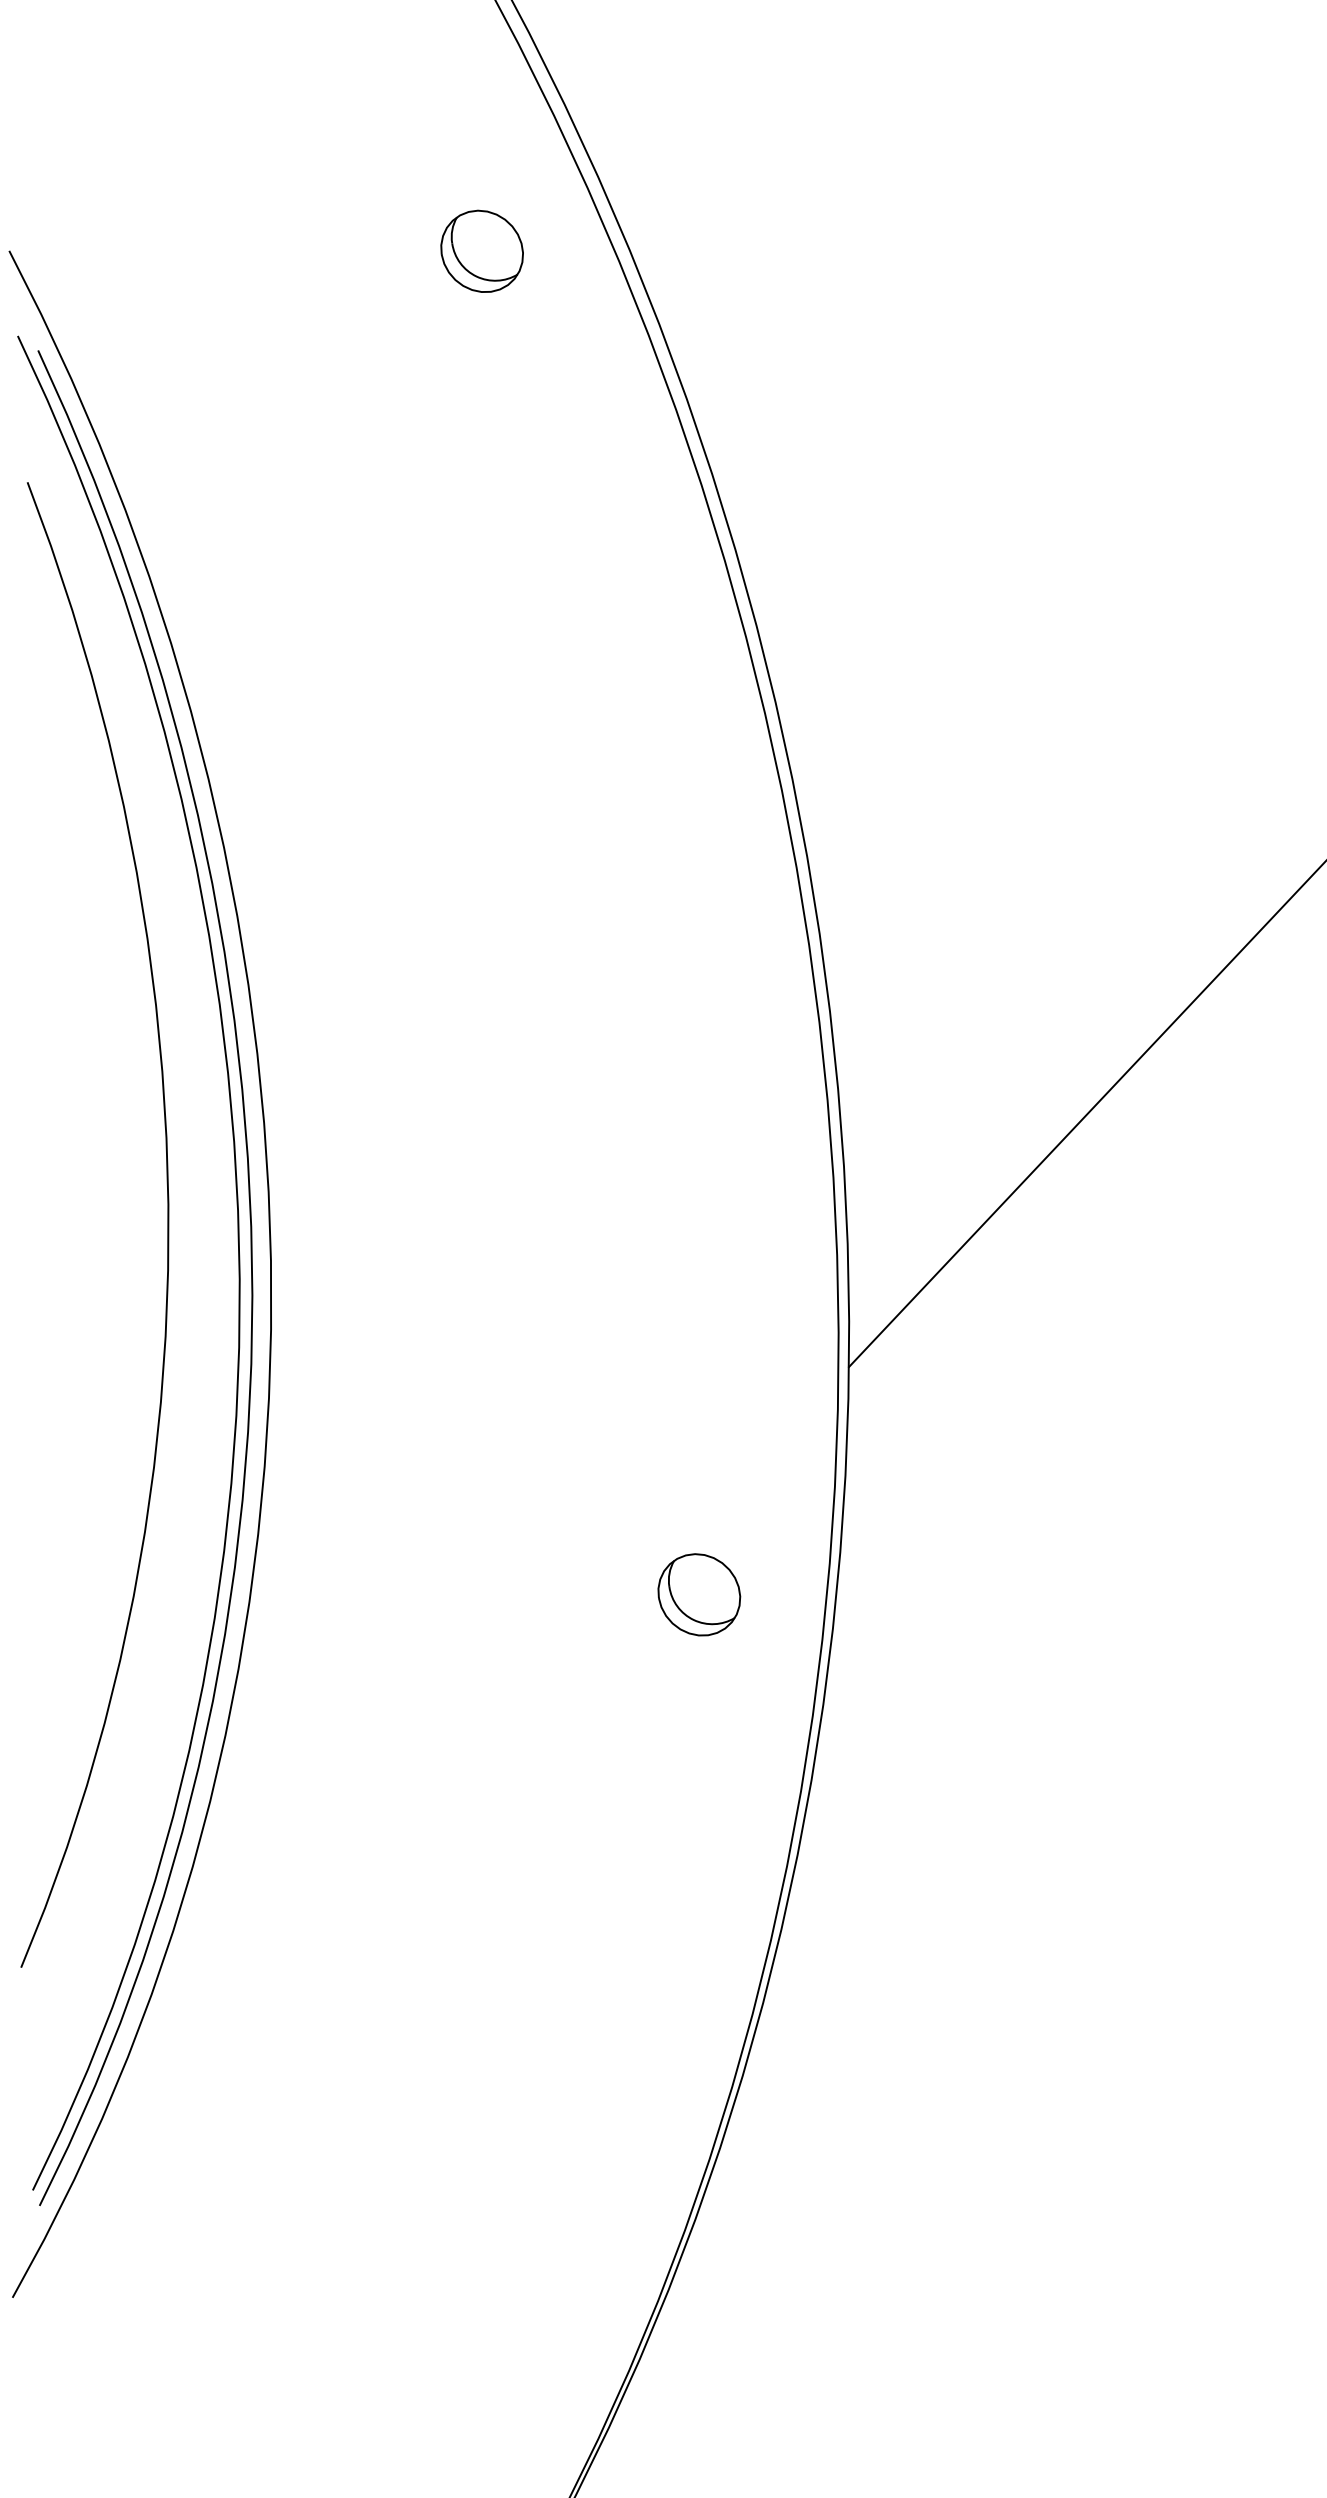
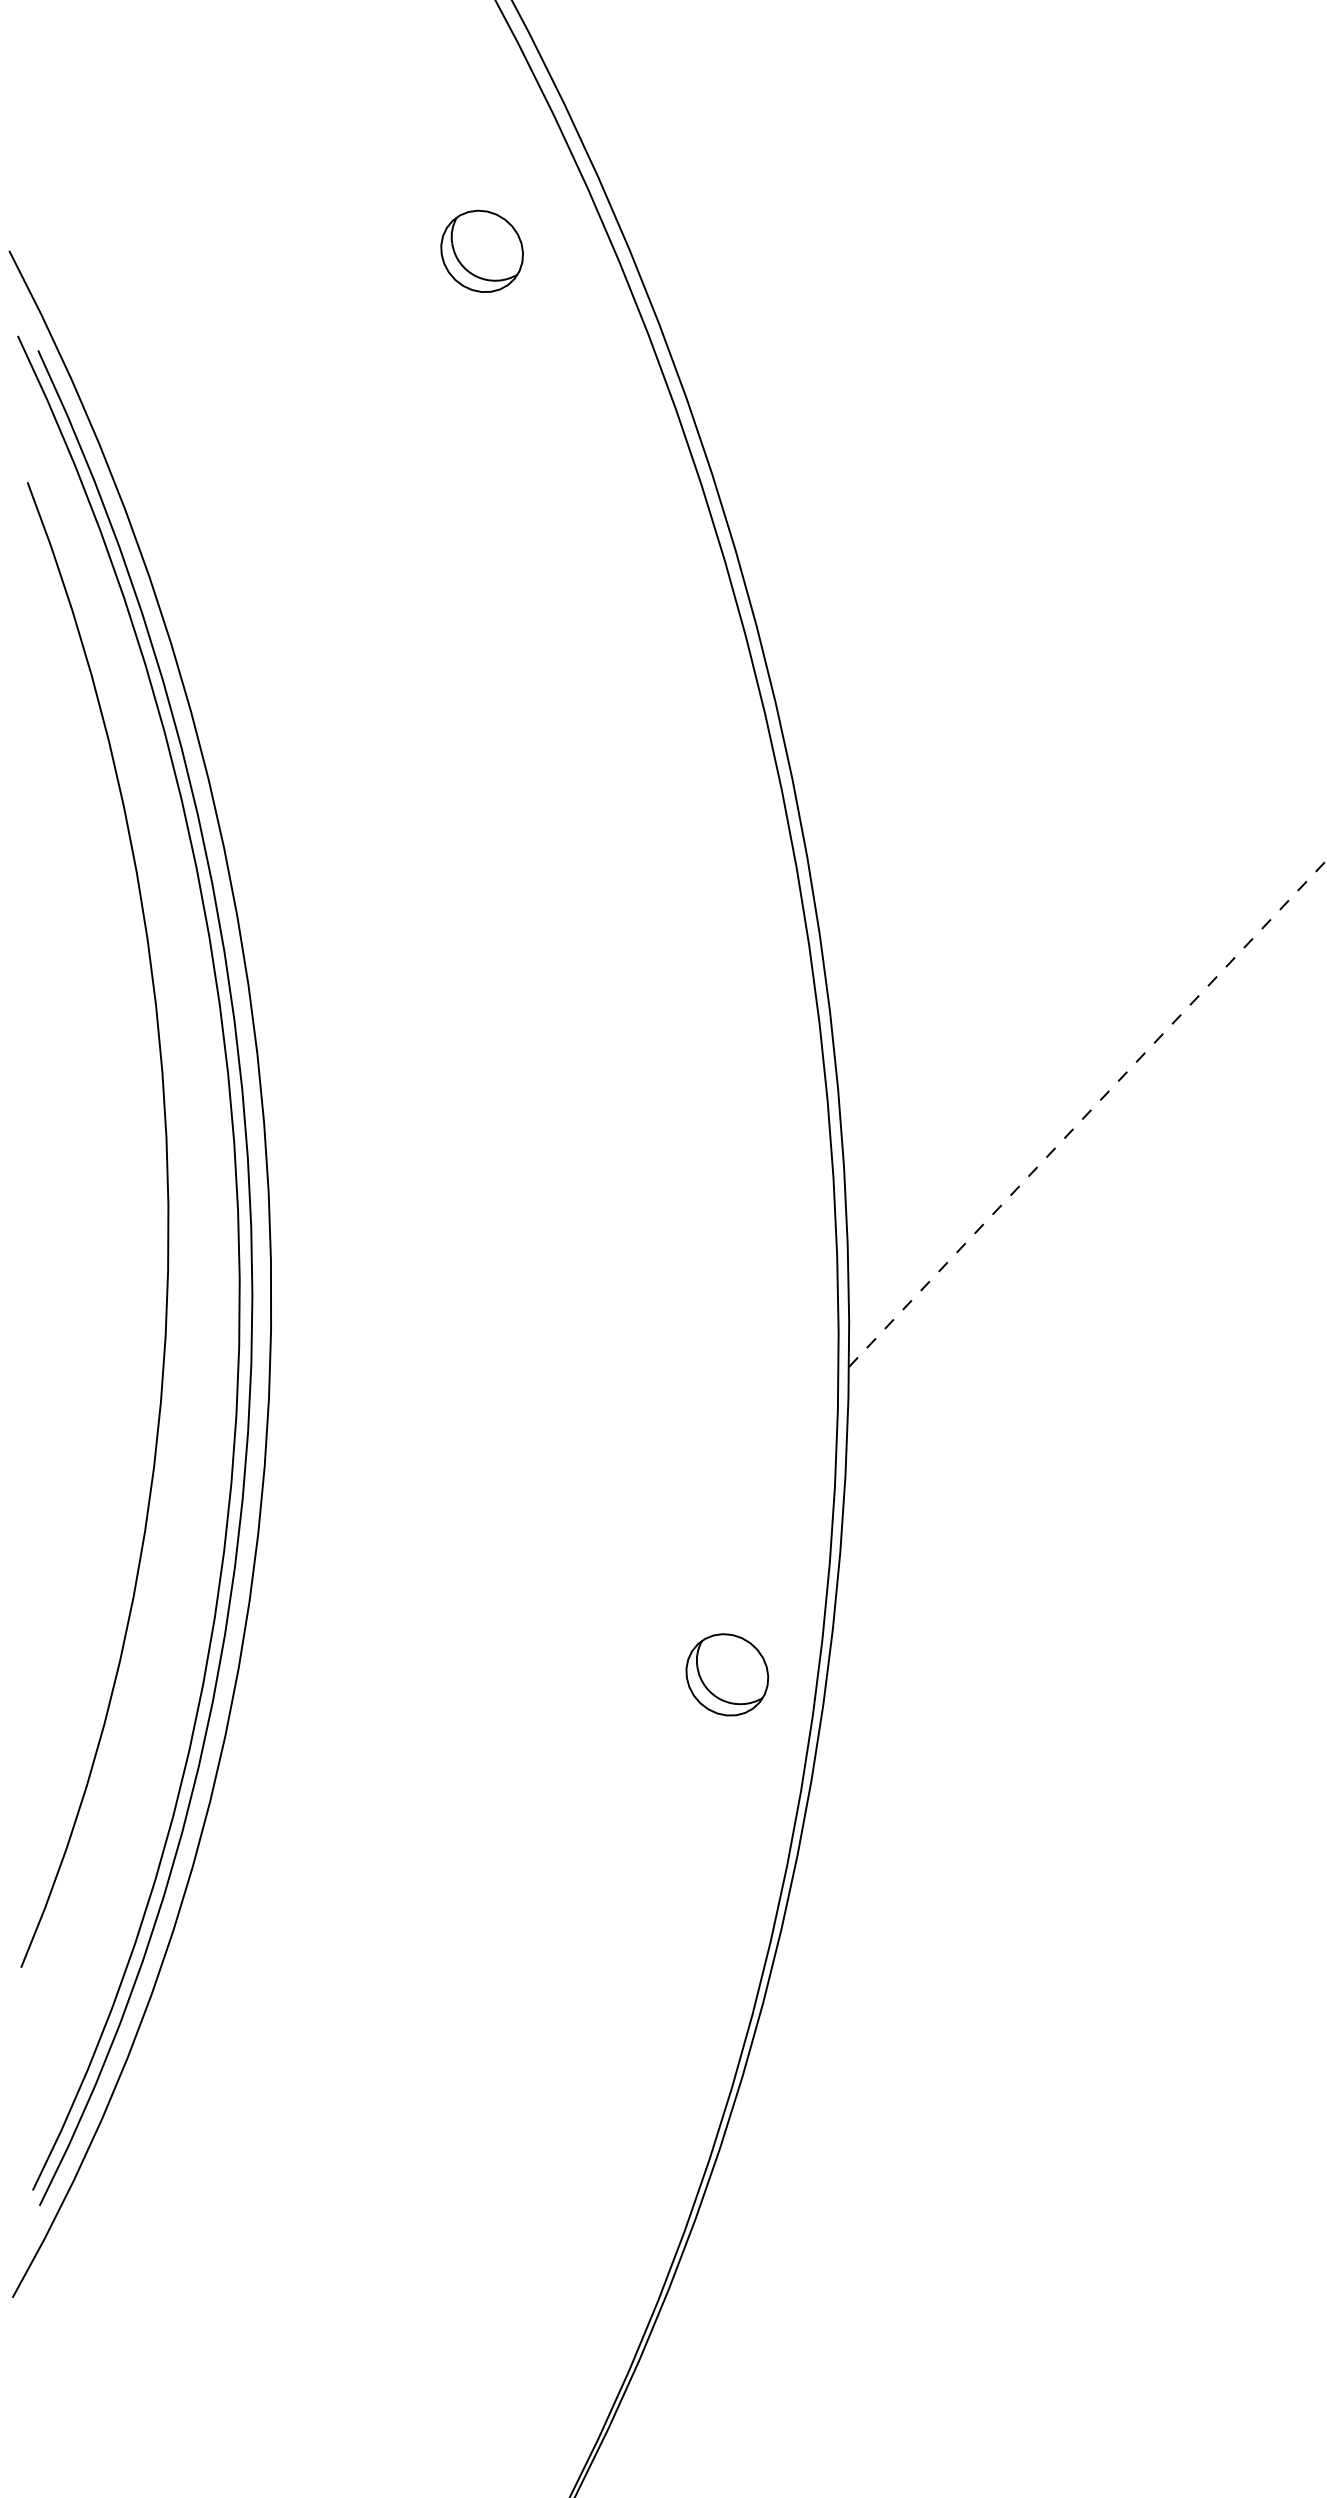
line at (1088, 1113): solid -> dashed
part at (699, 1594) position: (699, 1594) -> (727, 1674)
